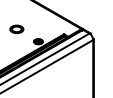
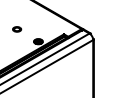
part at (16, 28) size: 16x10 px -> 11x7 px
